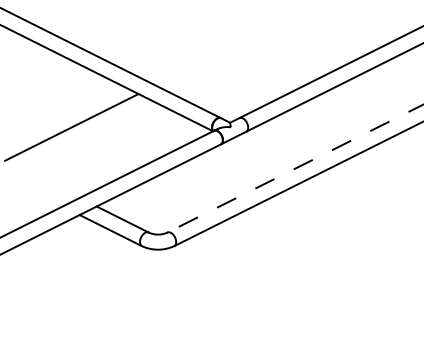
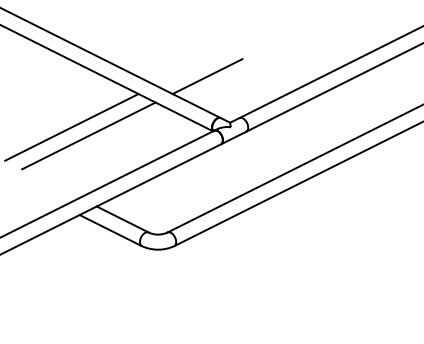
line at (207, 76): none -> present
line at (88, 135): none -> present
line at (295, 168): dashed -> solid
